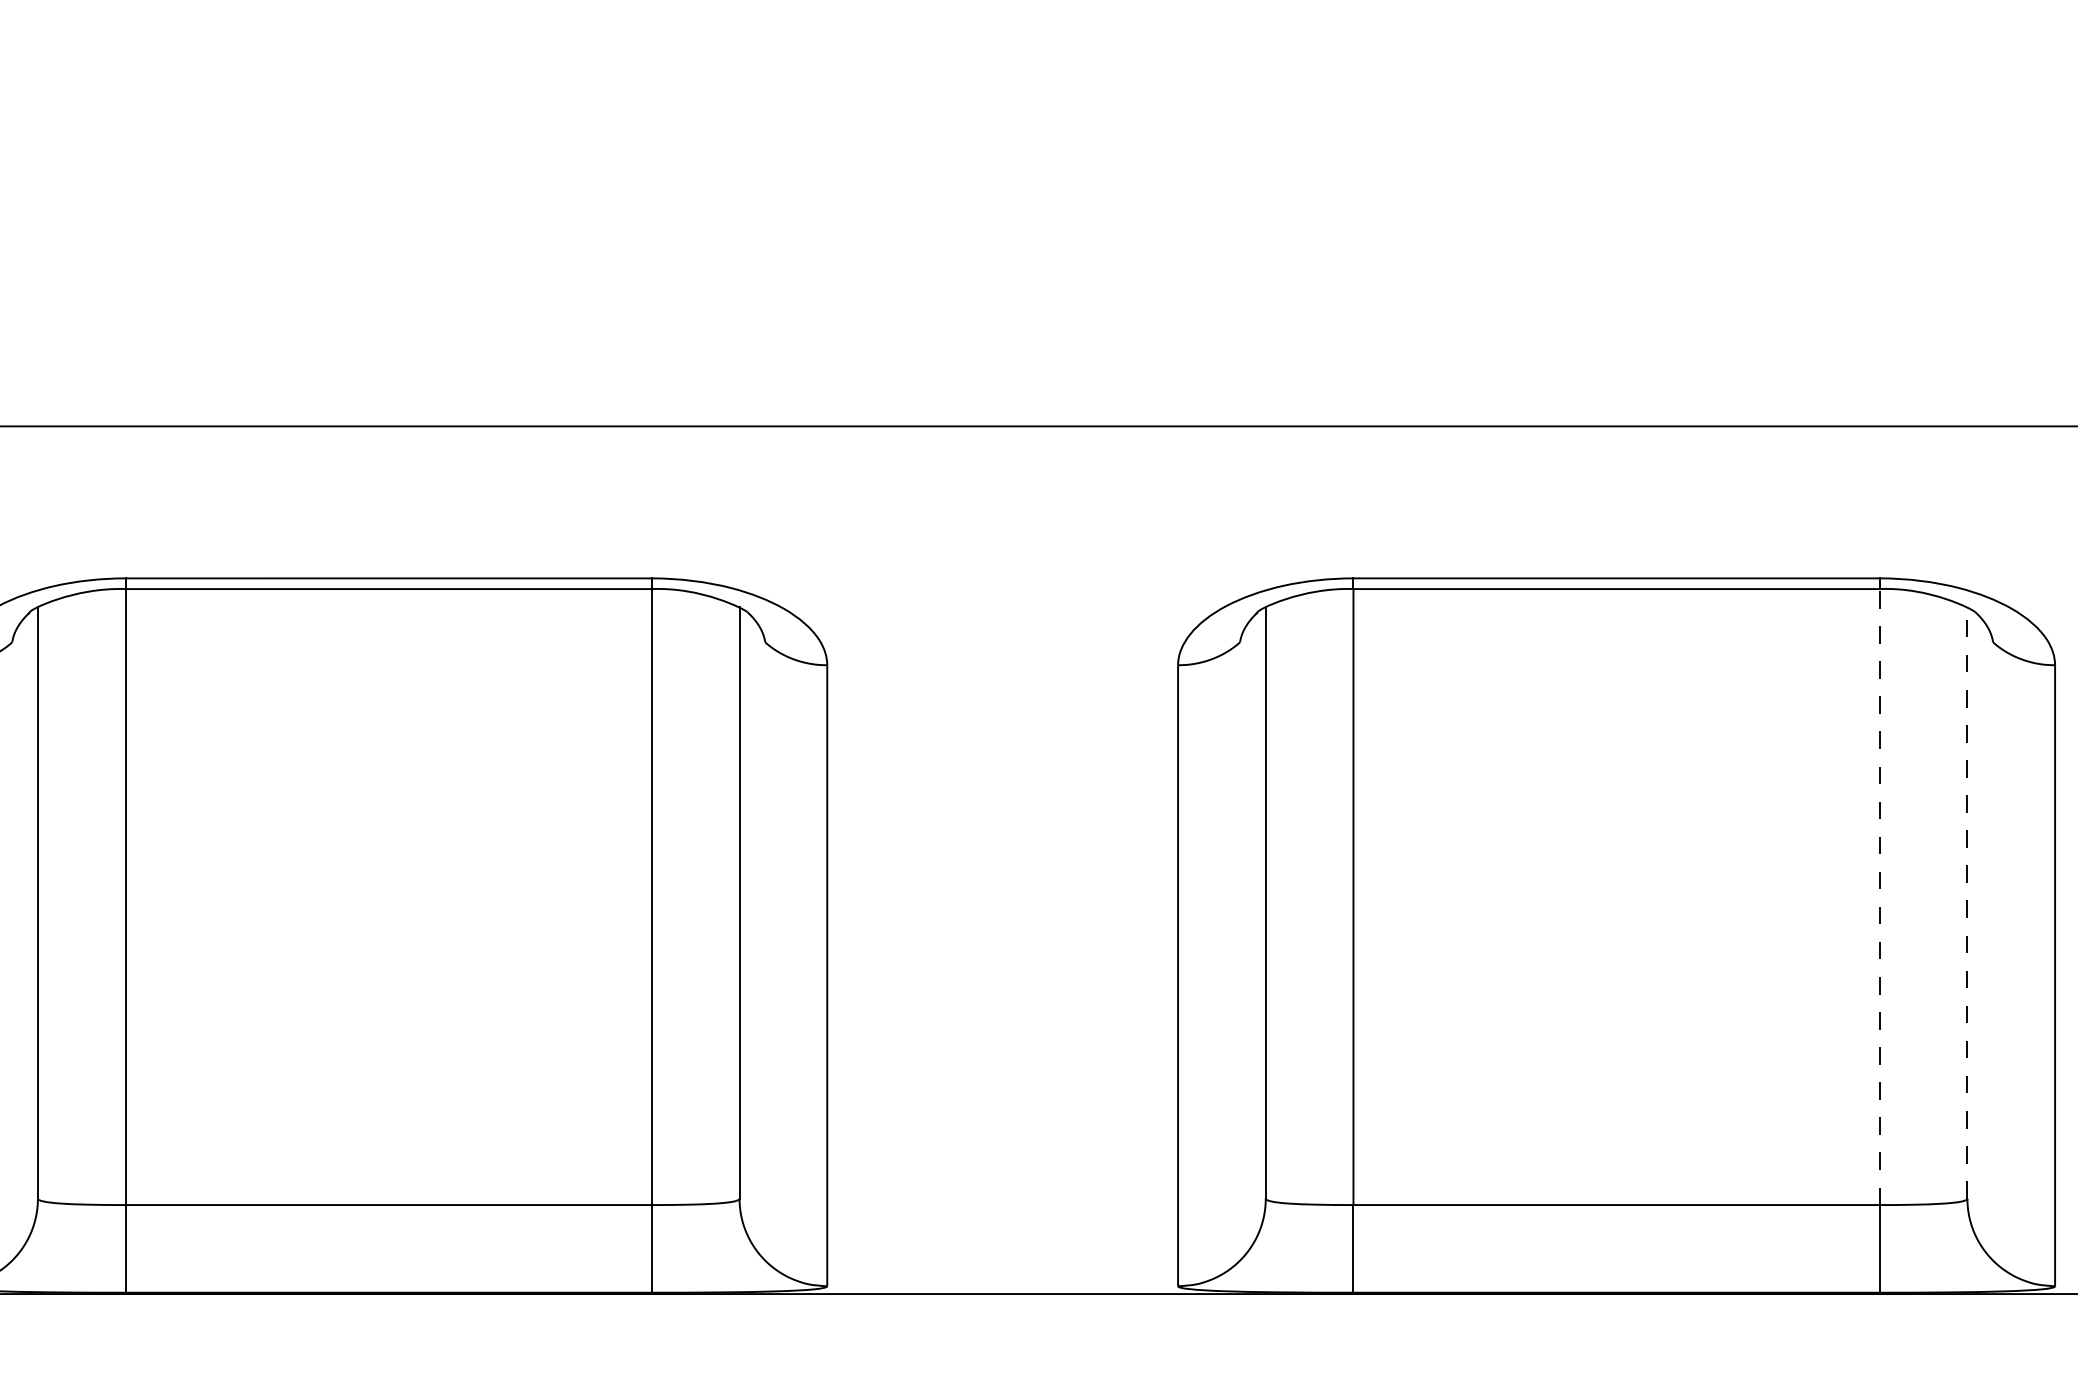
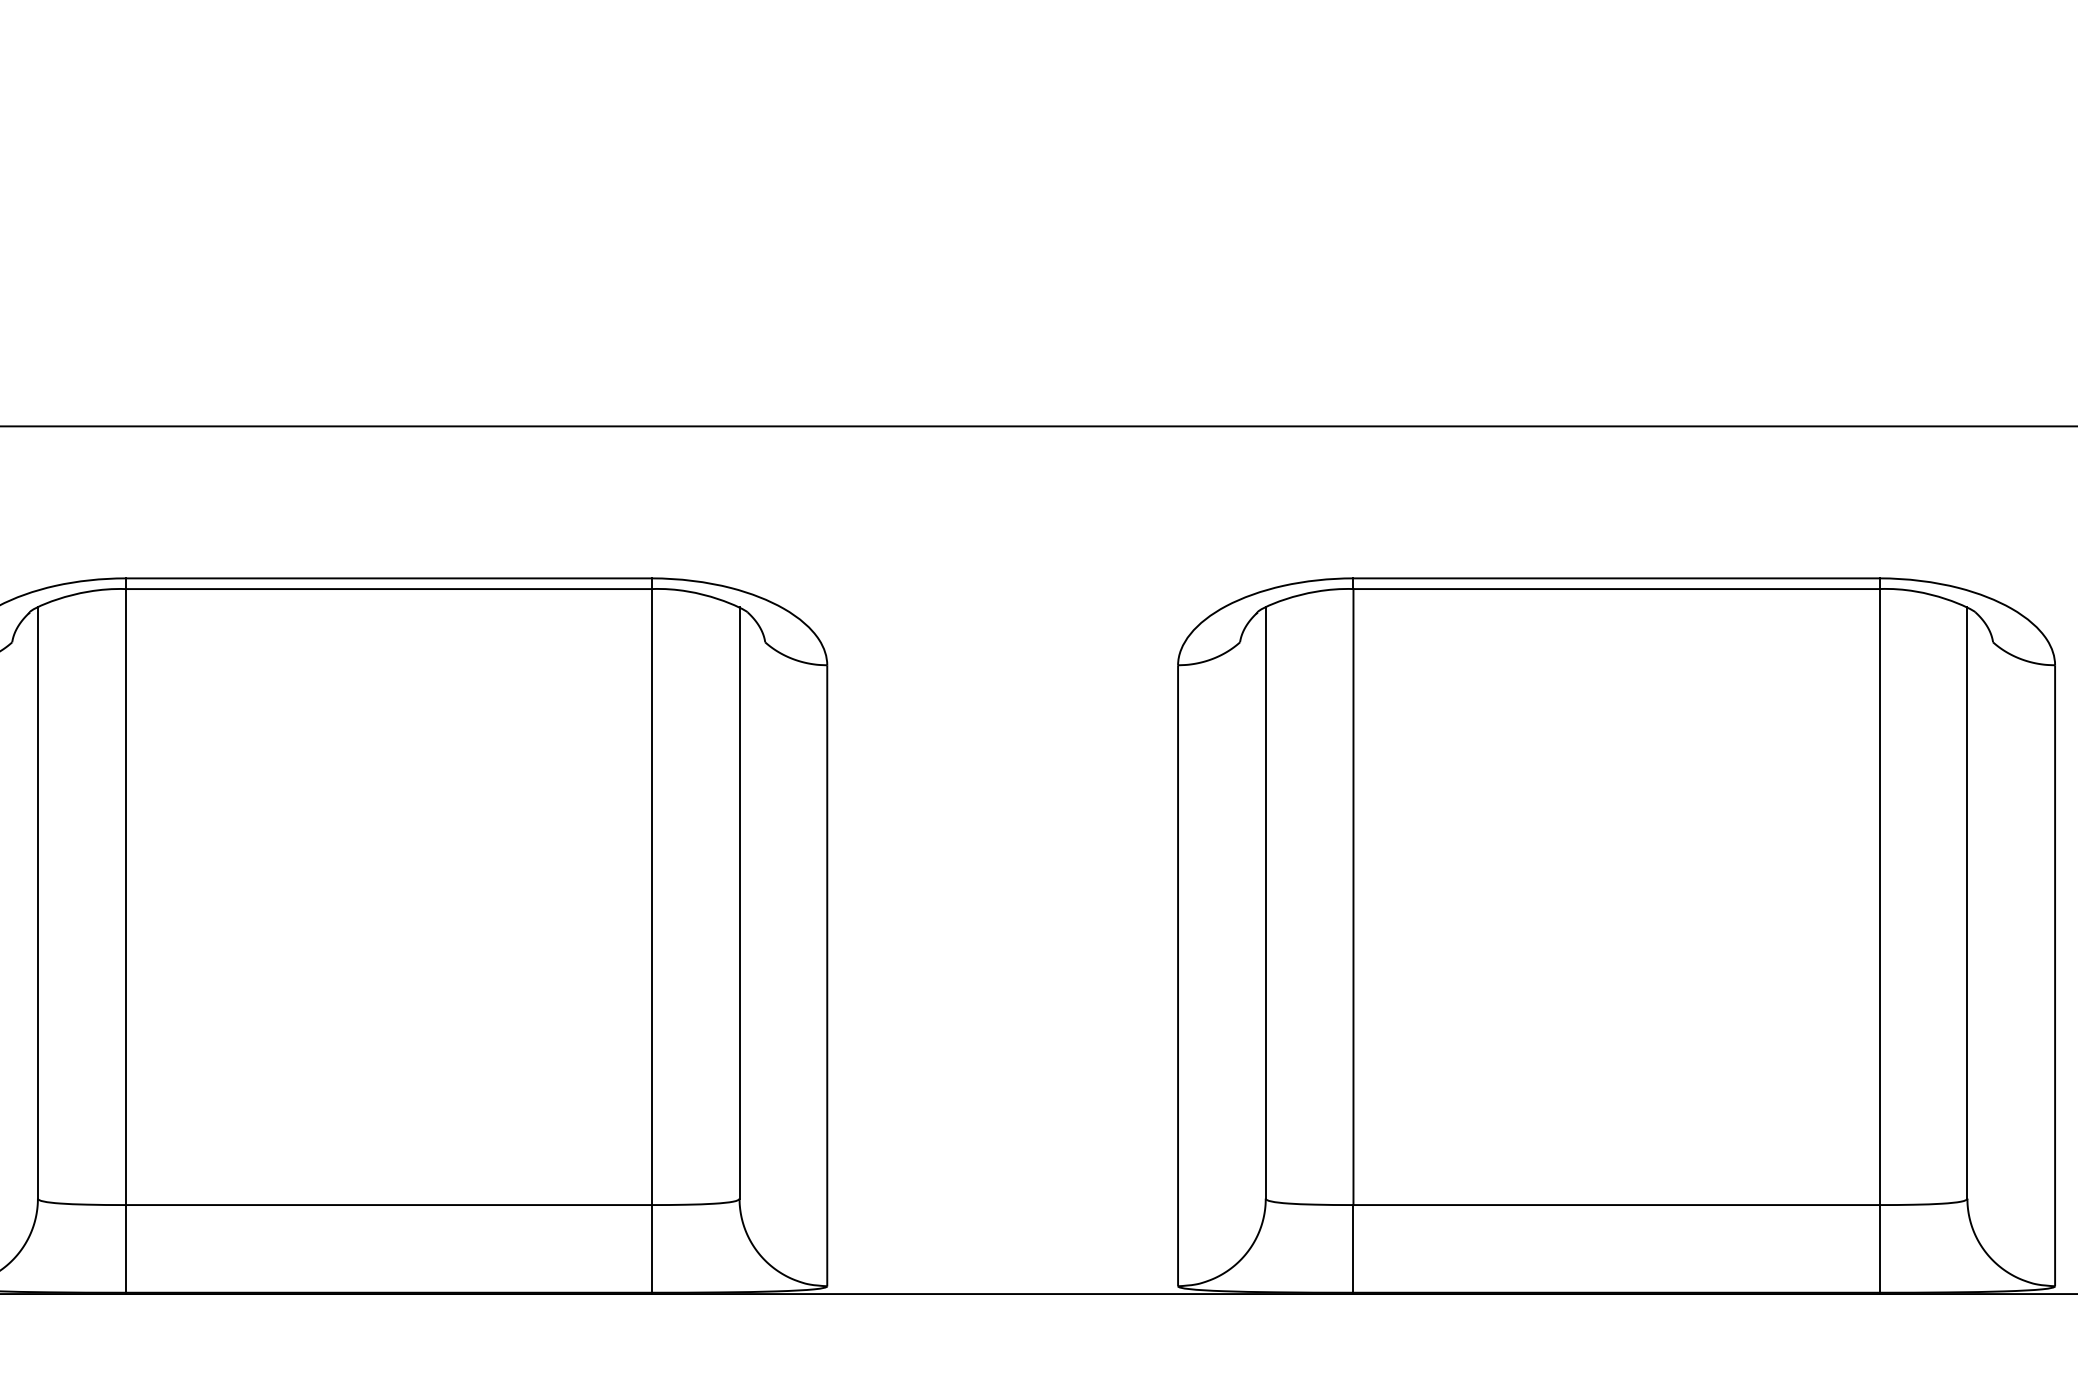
line at (1879, 897): dashed -> solid
line at (1967, 902): dashed -> solid
